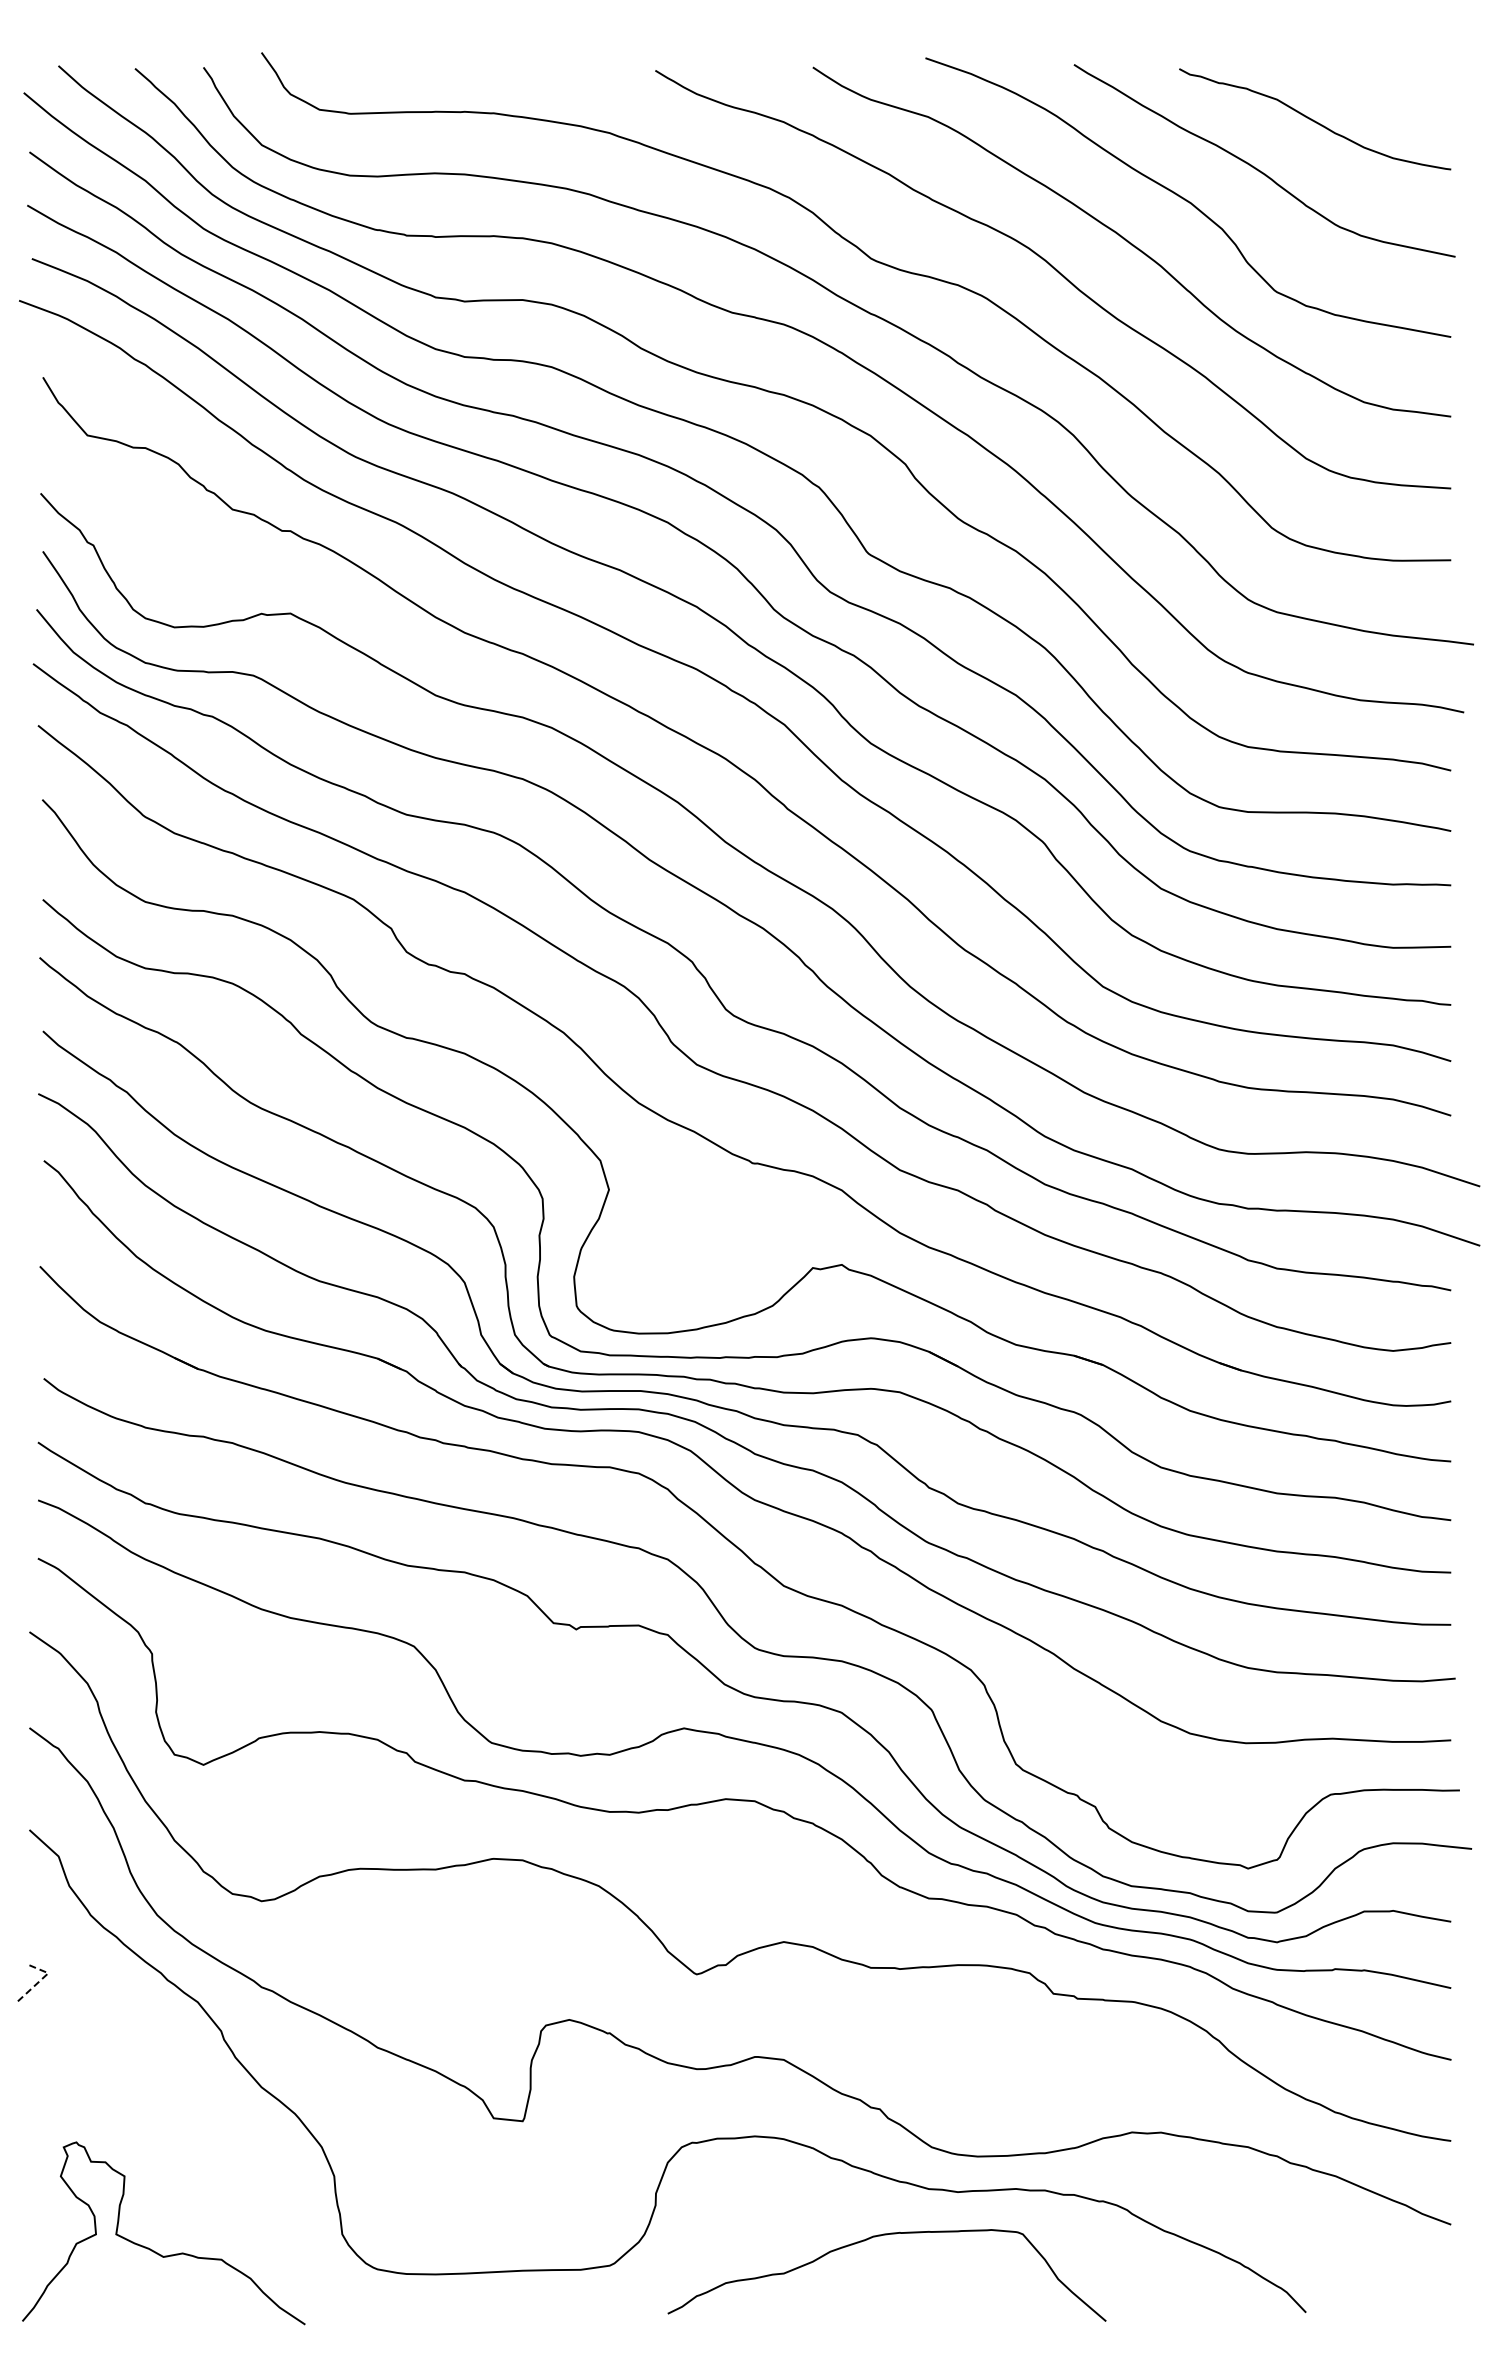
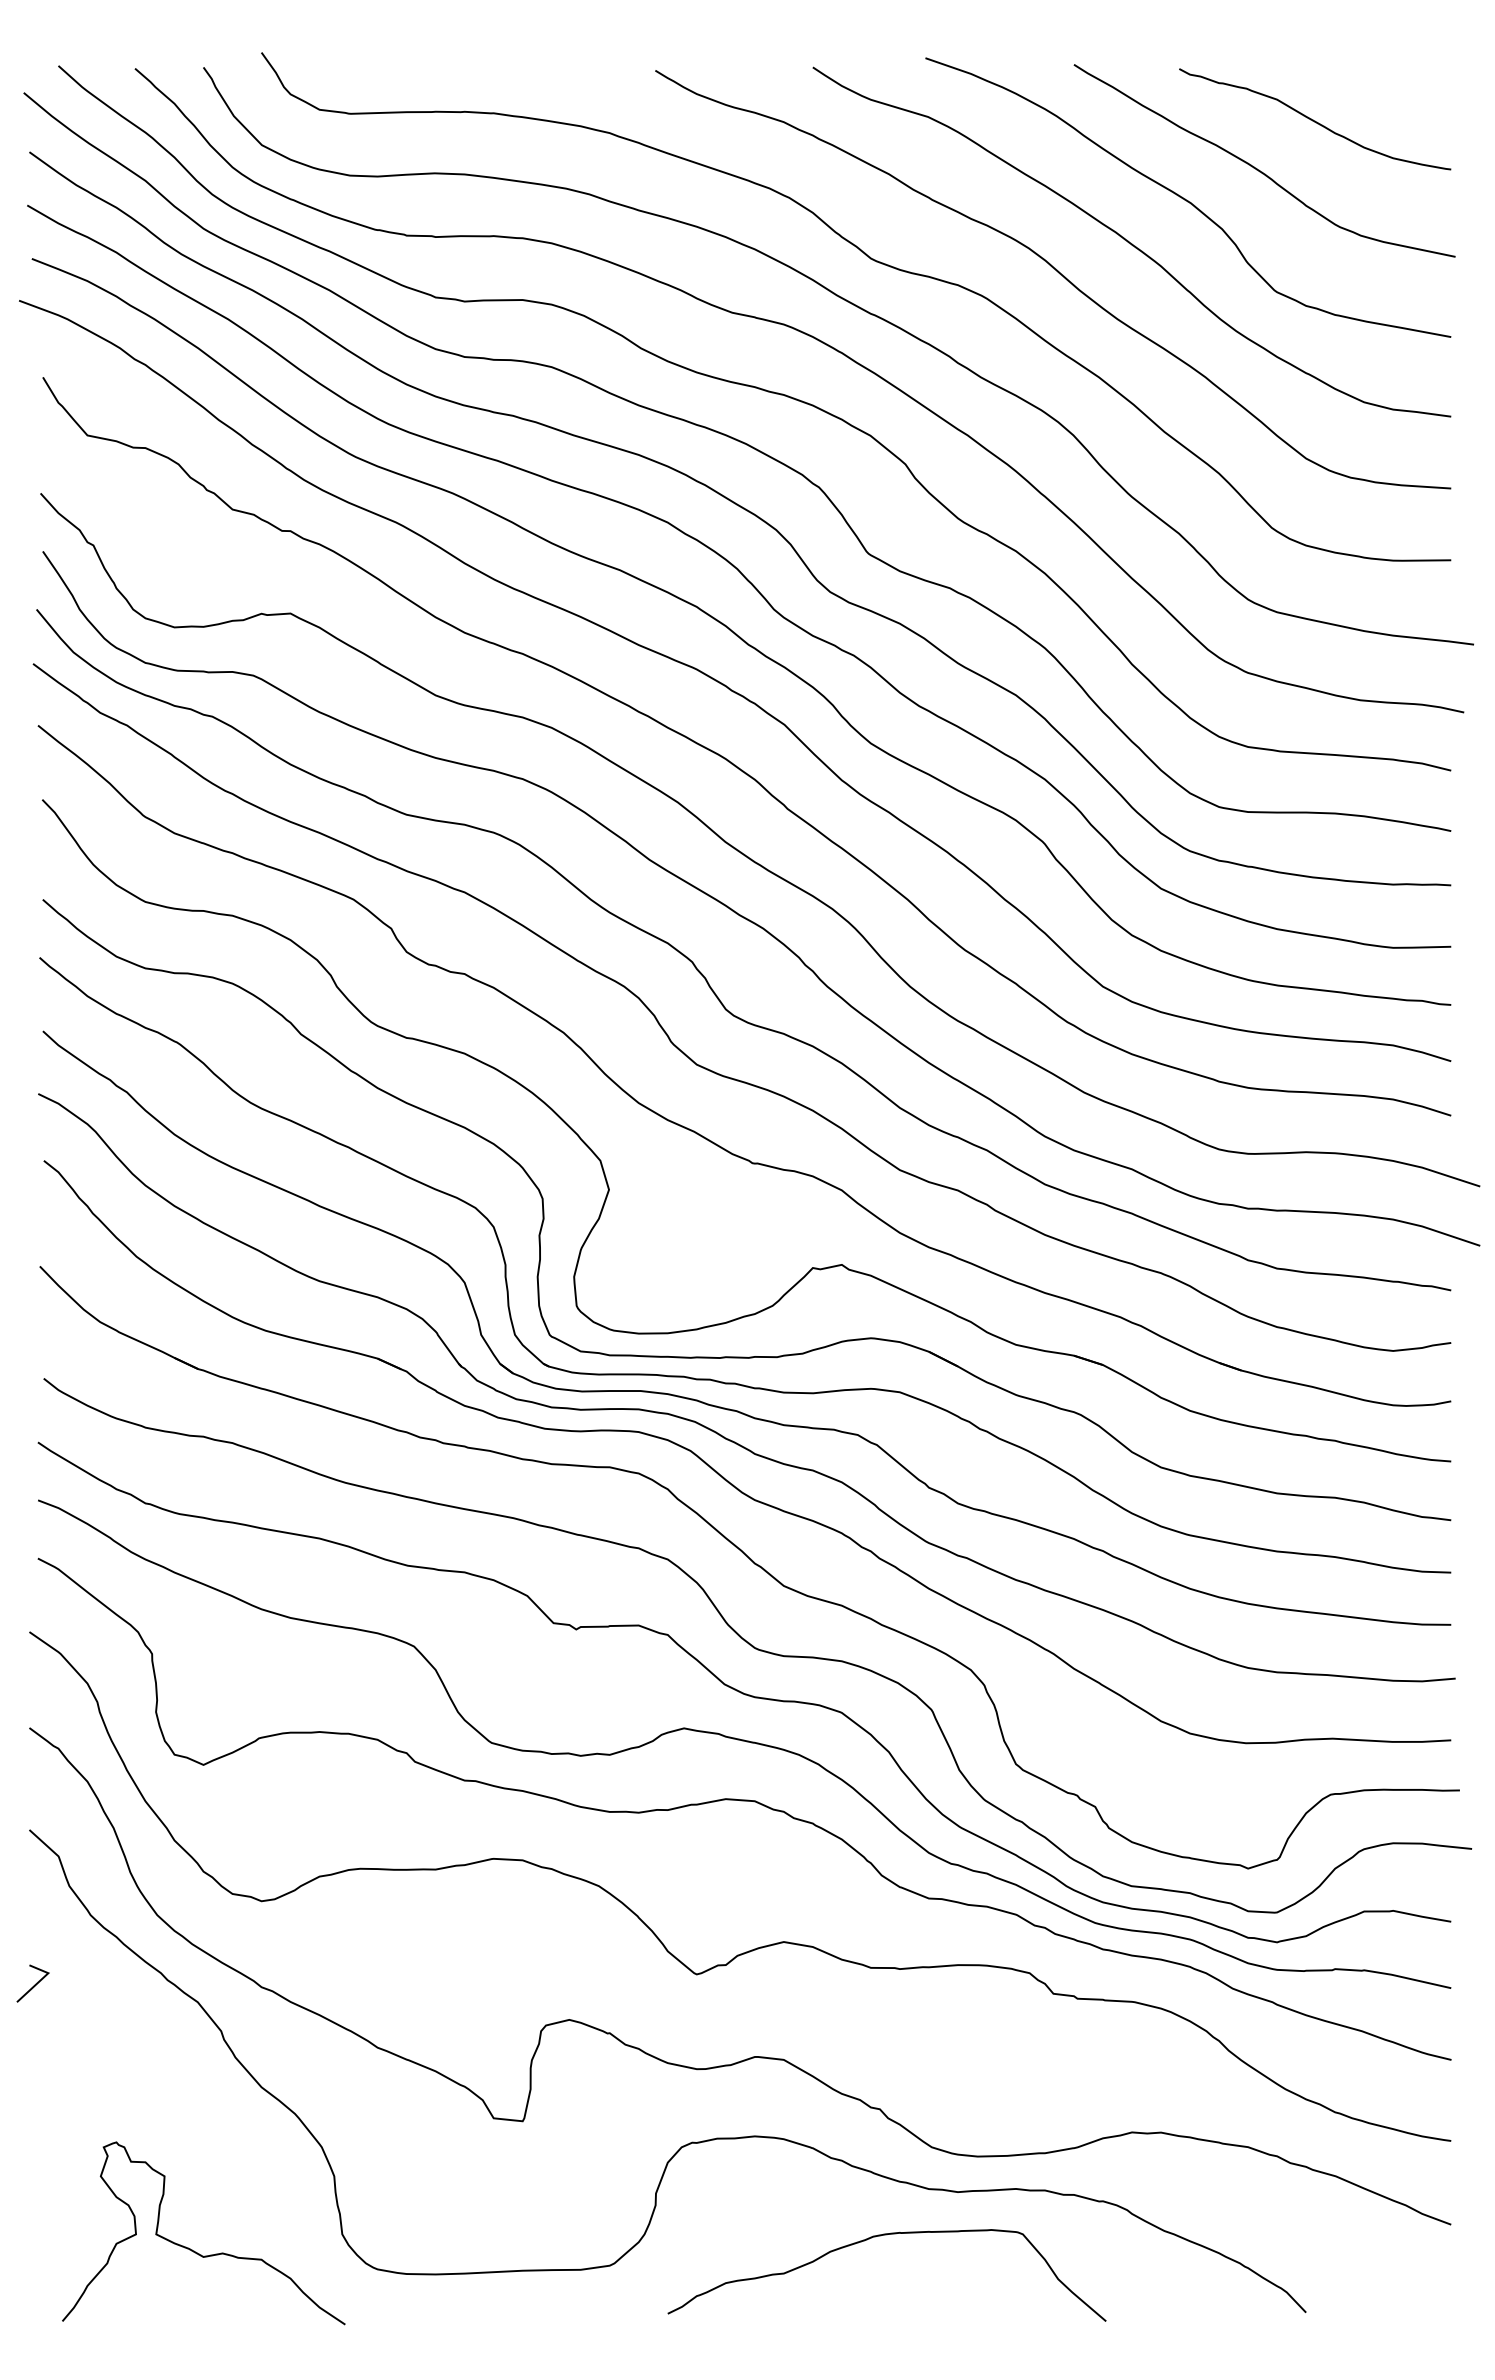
line at (40, 1980): dashed -> solid
curve at (154, 2250) position: (154, 2250) -> (194, 2250)
